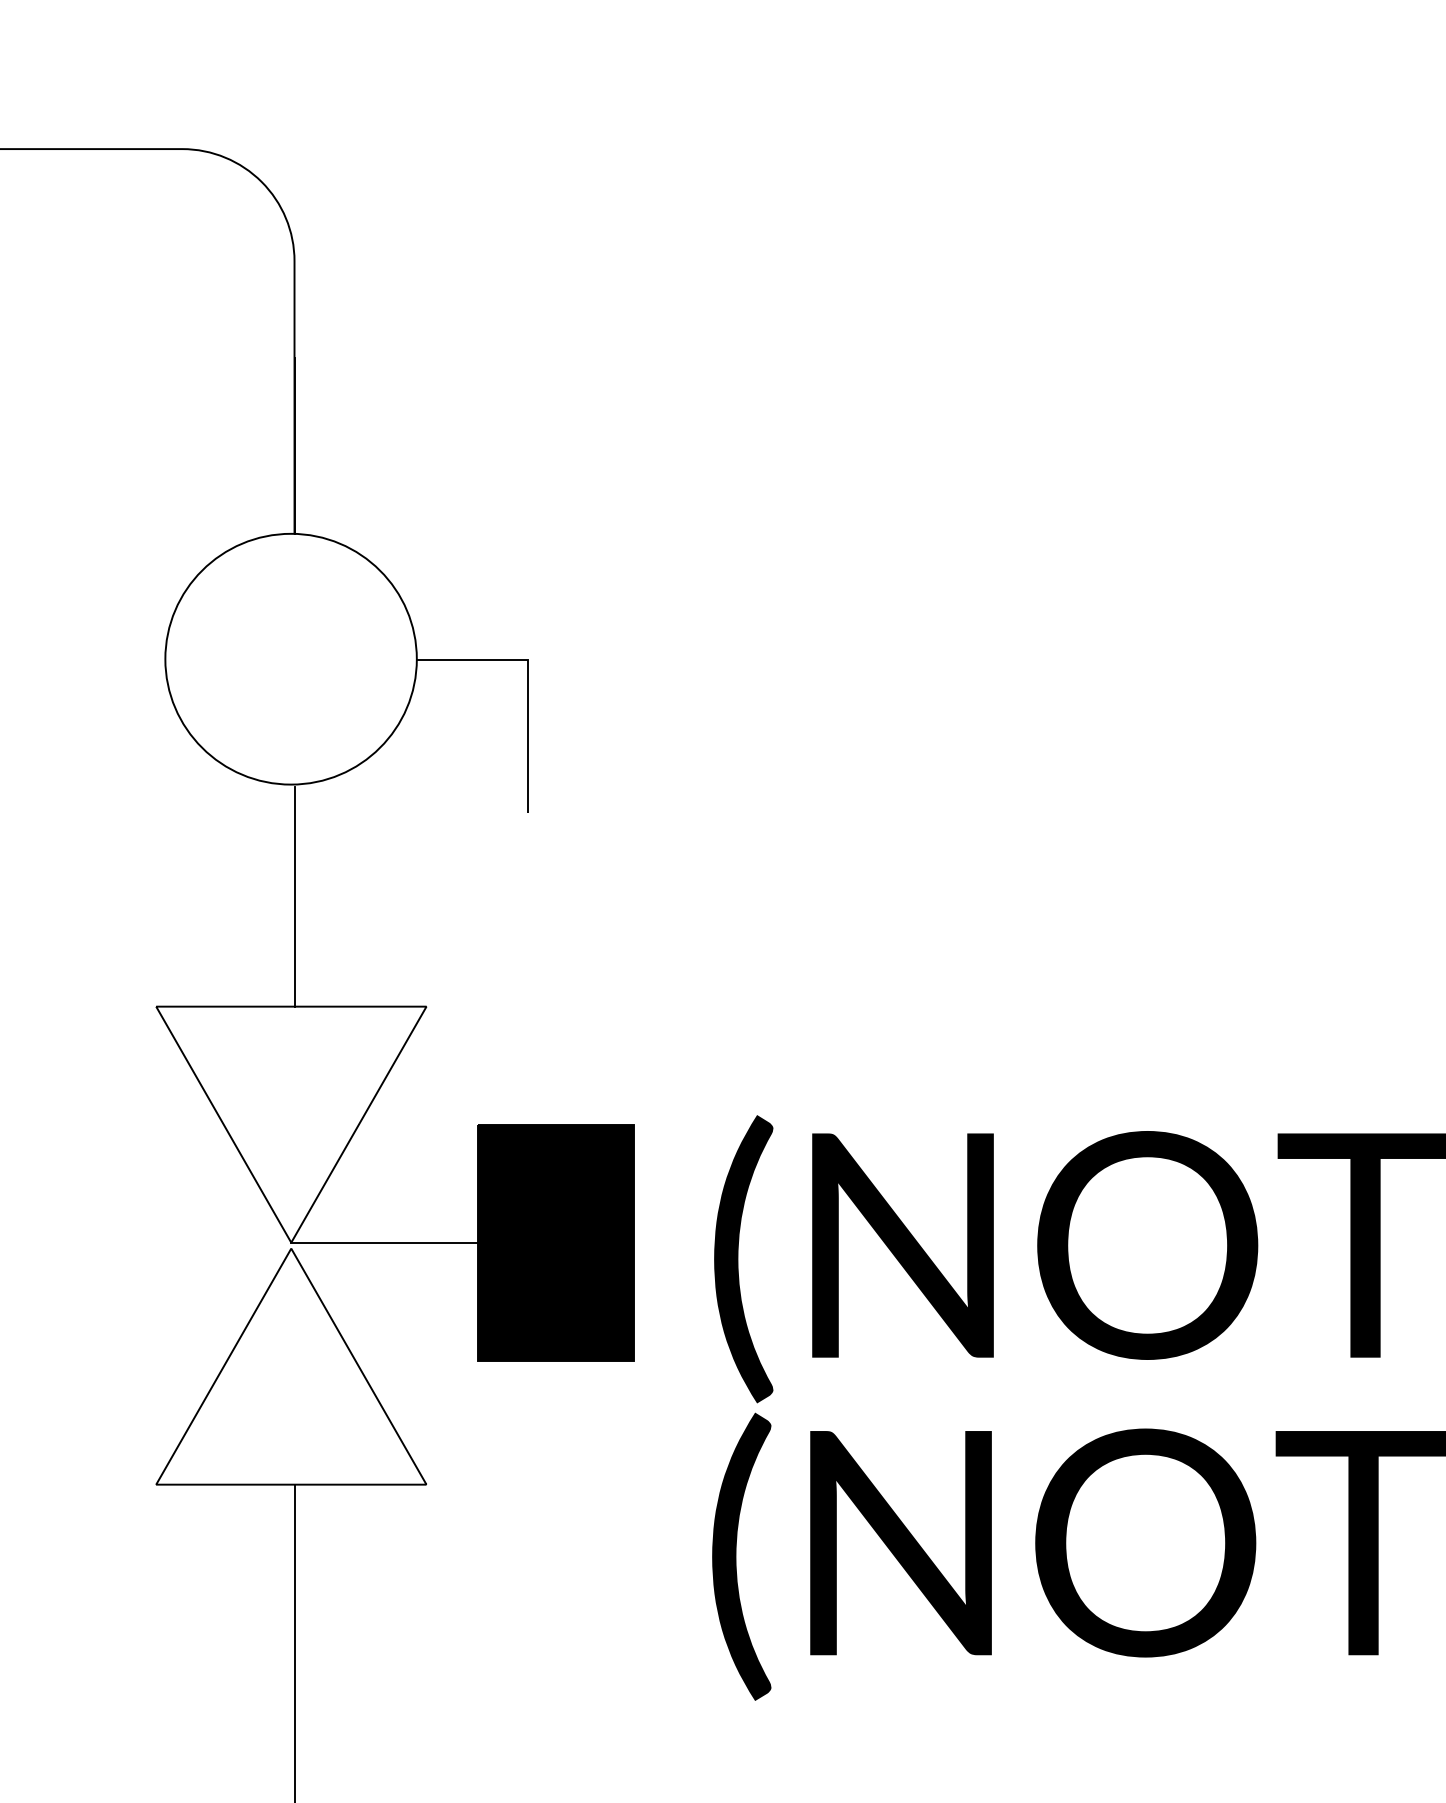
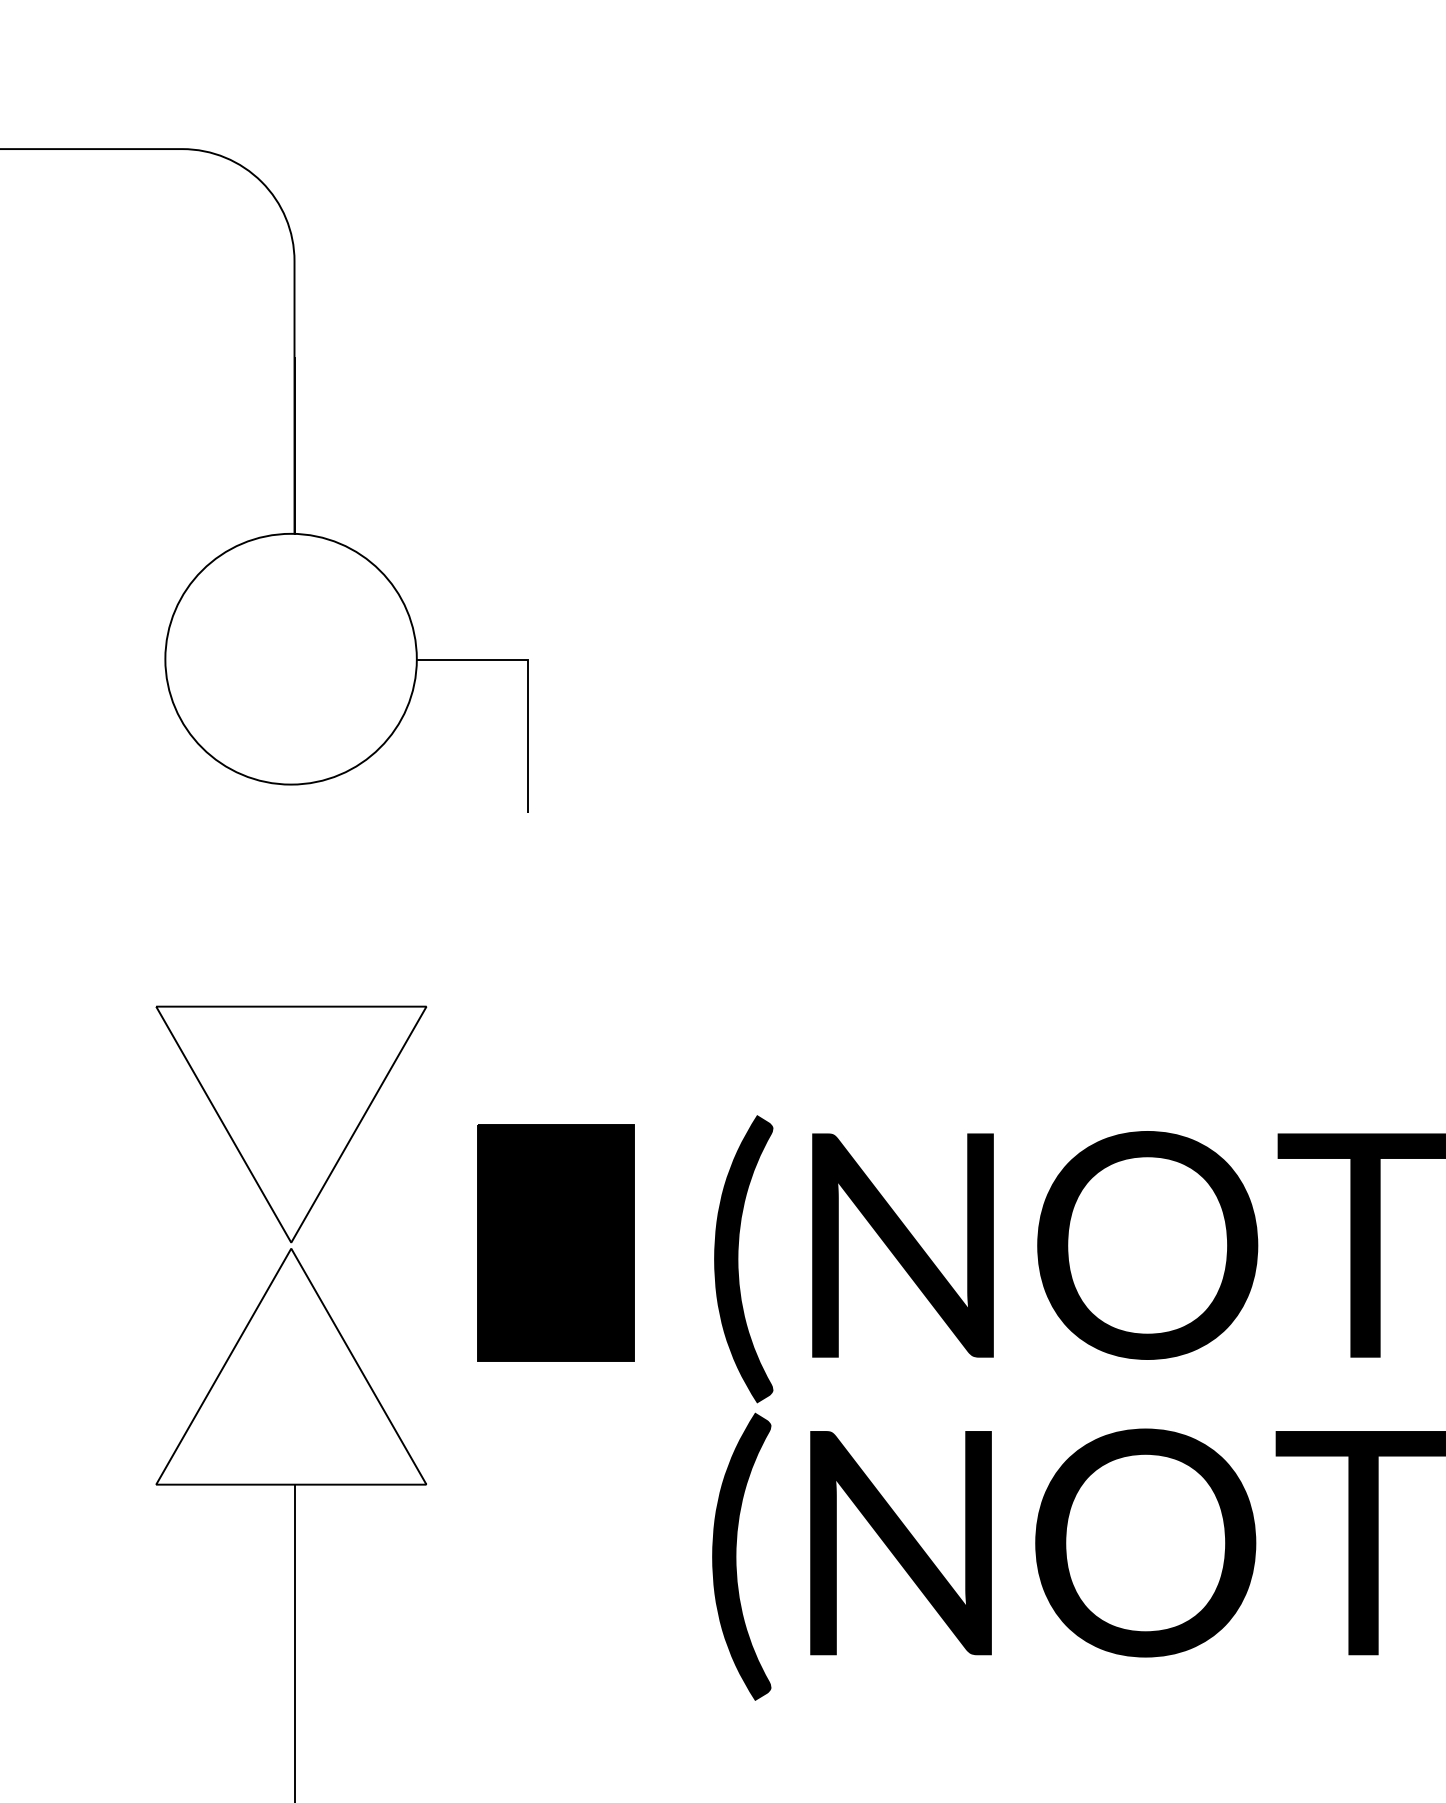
line at (294, 896): present -> none
line at (384, 1242): present -> none
